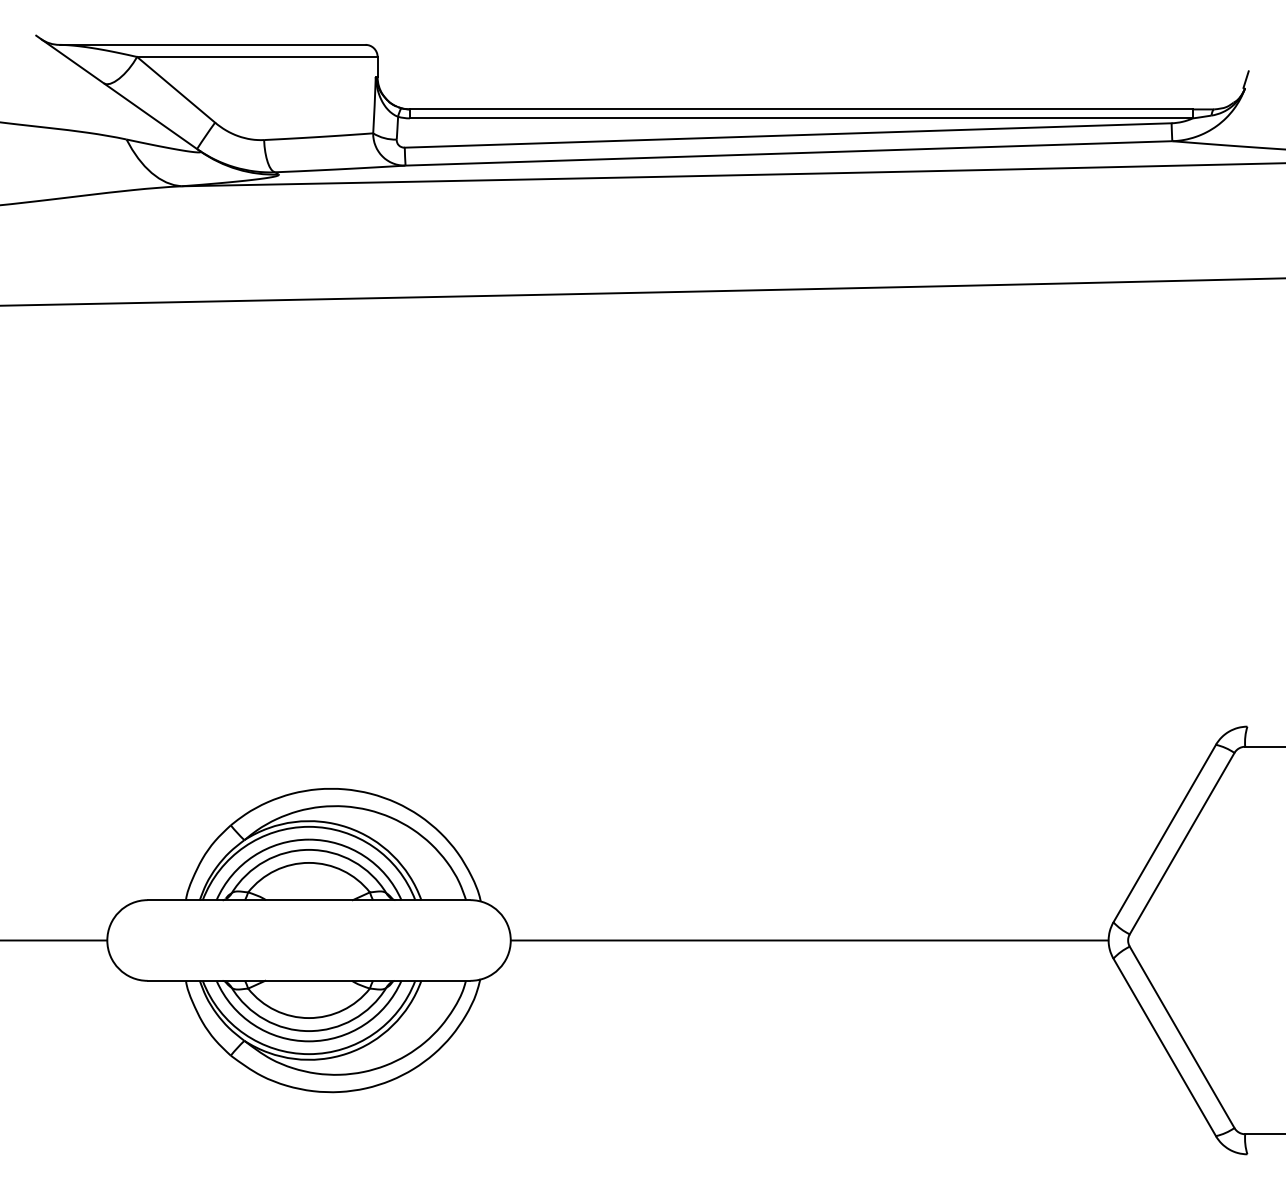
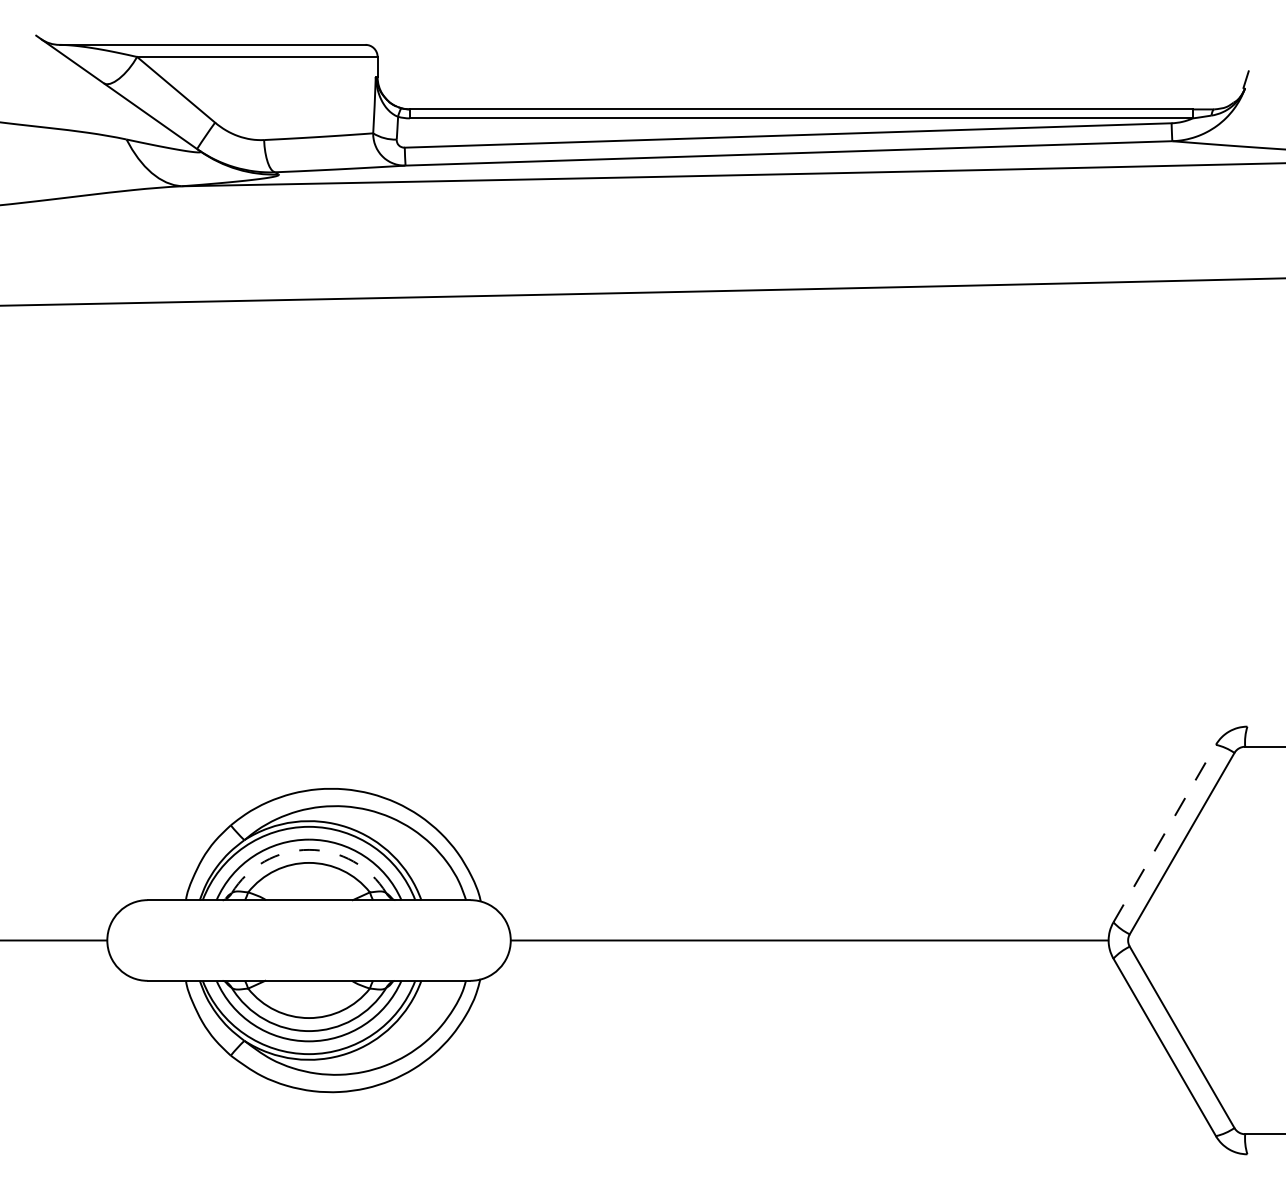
line at (1164, 833): solid -> dashed
arc at (309, 849): solid -> dashed
